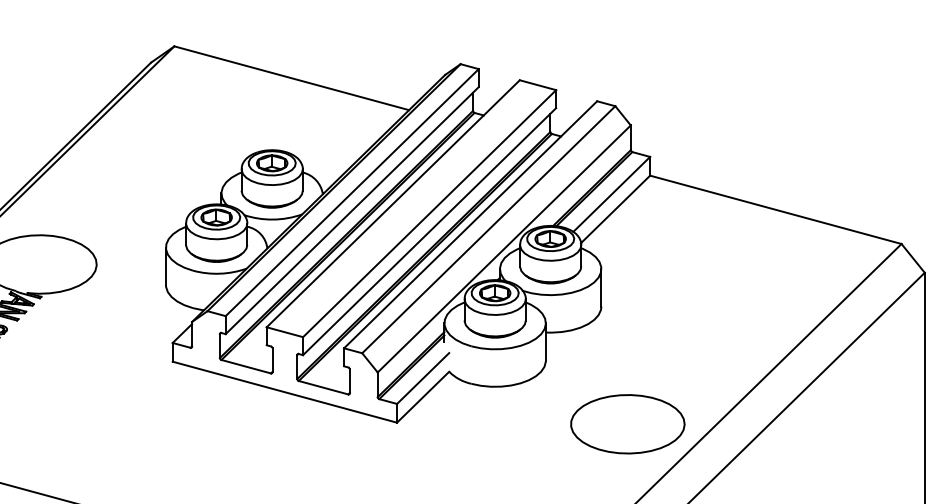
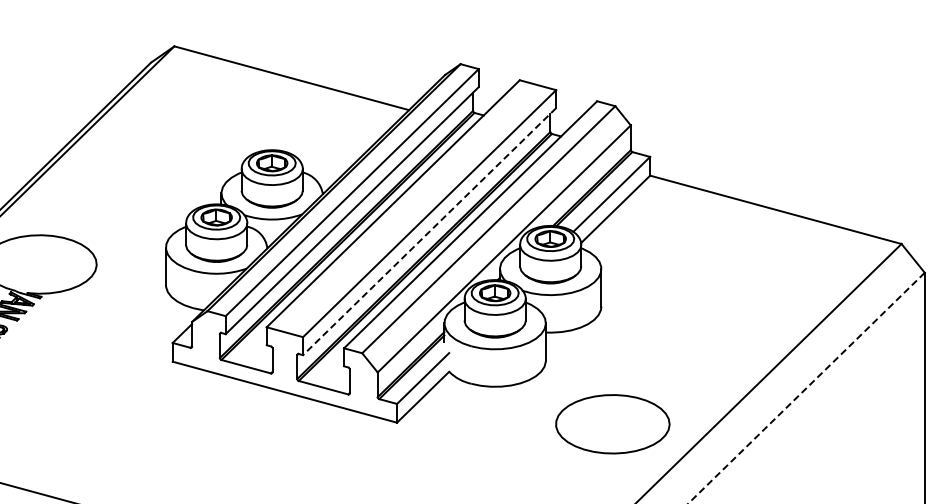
line at (429, 231): solid -> dashed
line at (806, 388): solid -> dashed
part at (627, 424) position: (627, 424) -> (612, 424)
